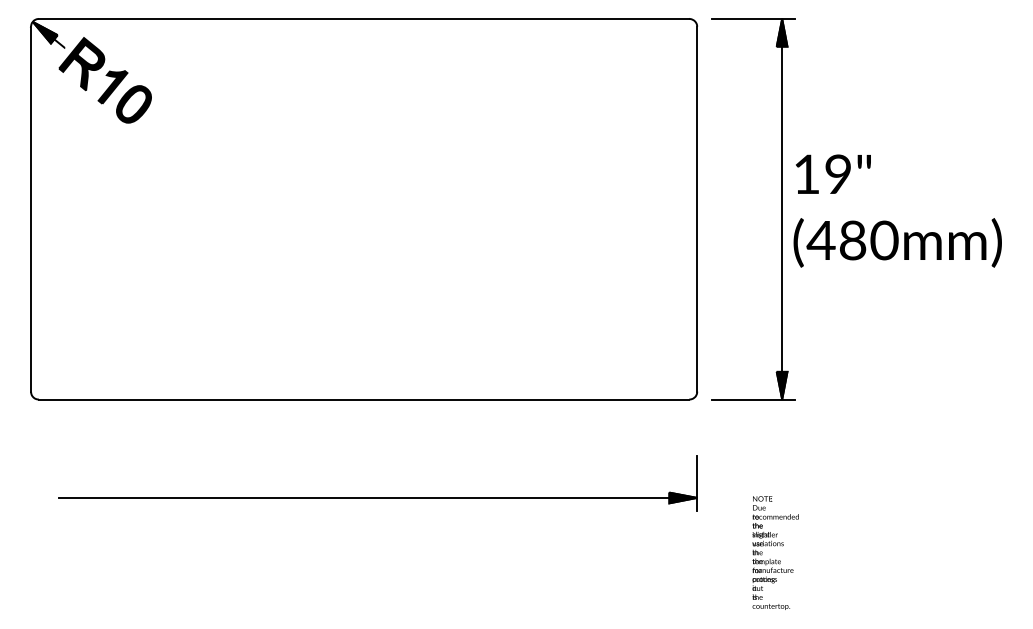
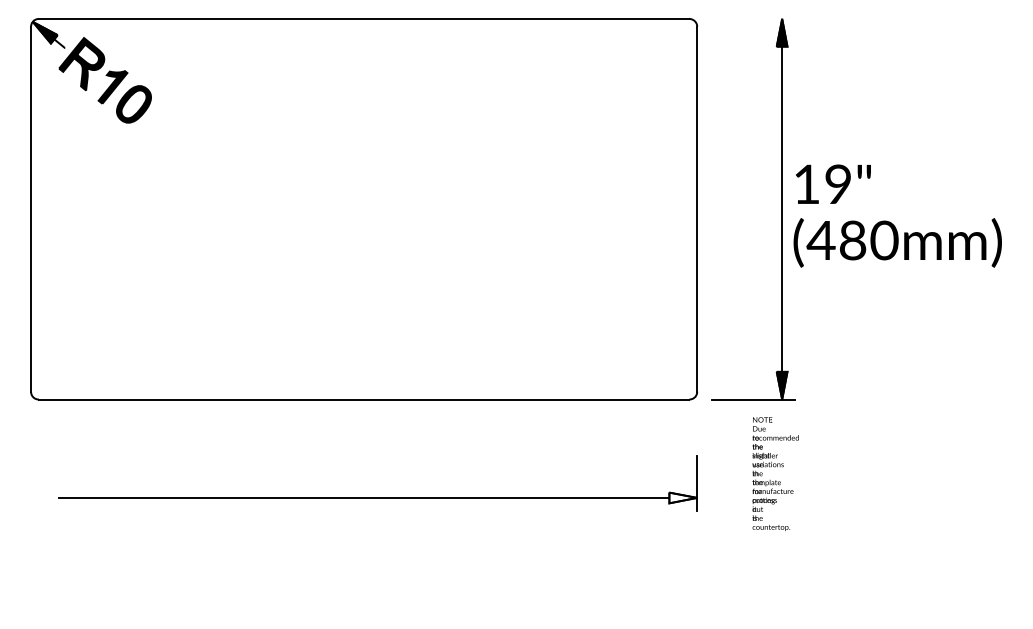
line at (753, 18): present -> none
text at (833, 173) position: (833, 173) -> (833, 183)
fill at (683, 497): present -> none
text at (775, 552) position: (775, 552) -> (775, 473)
